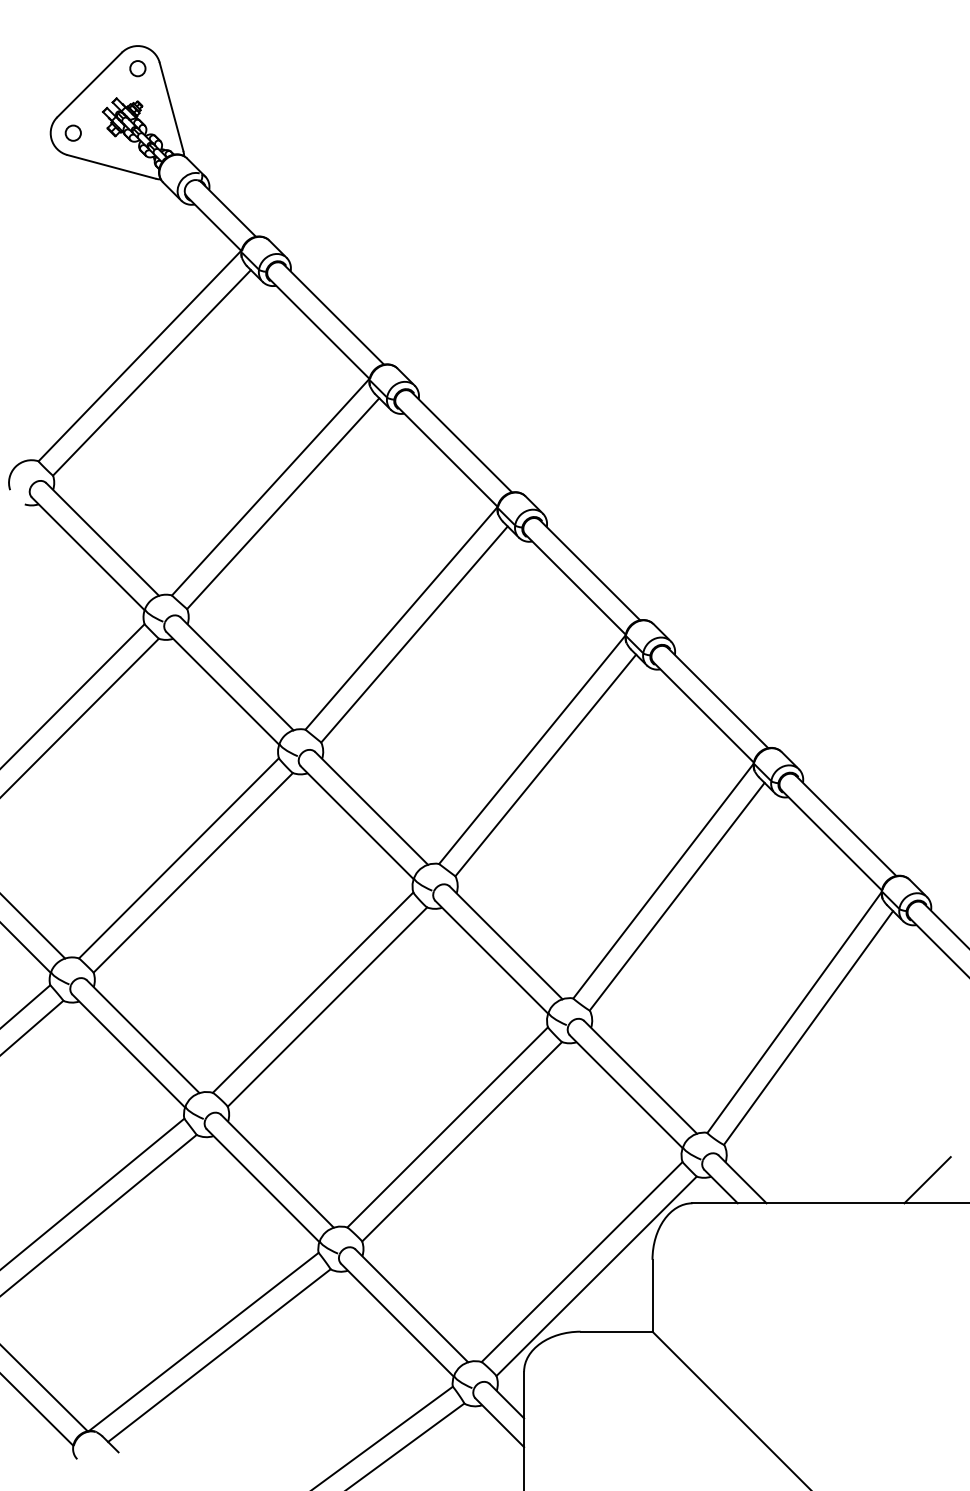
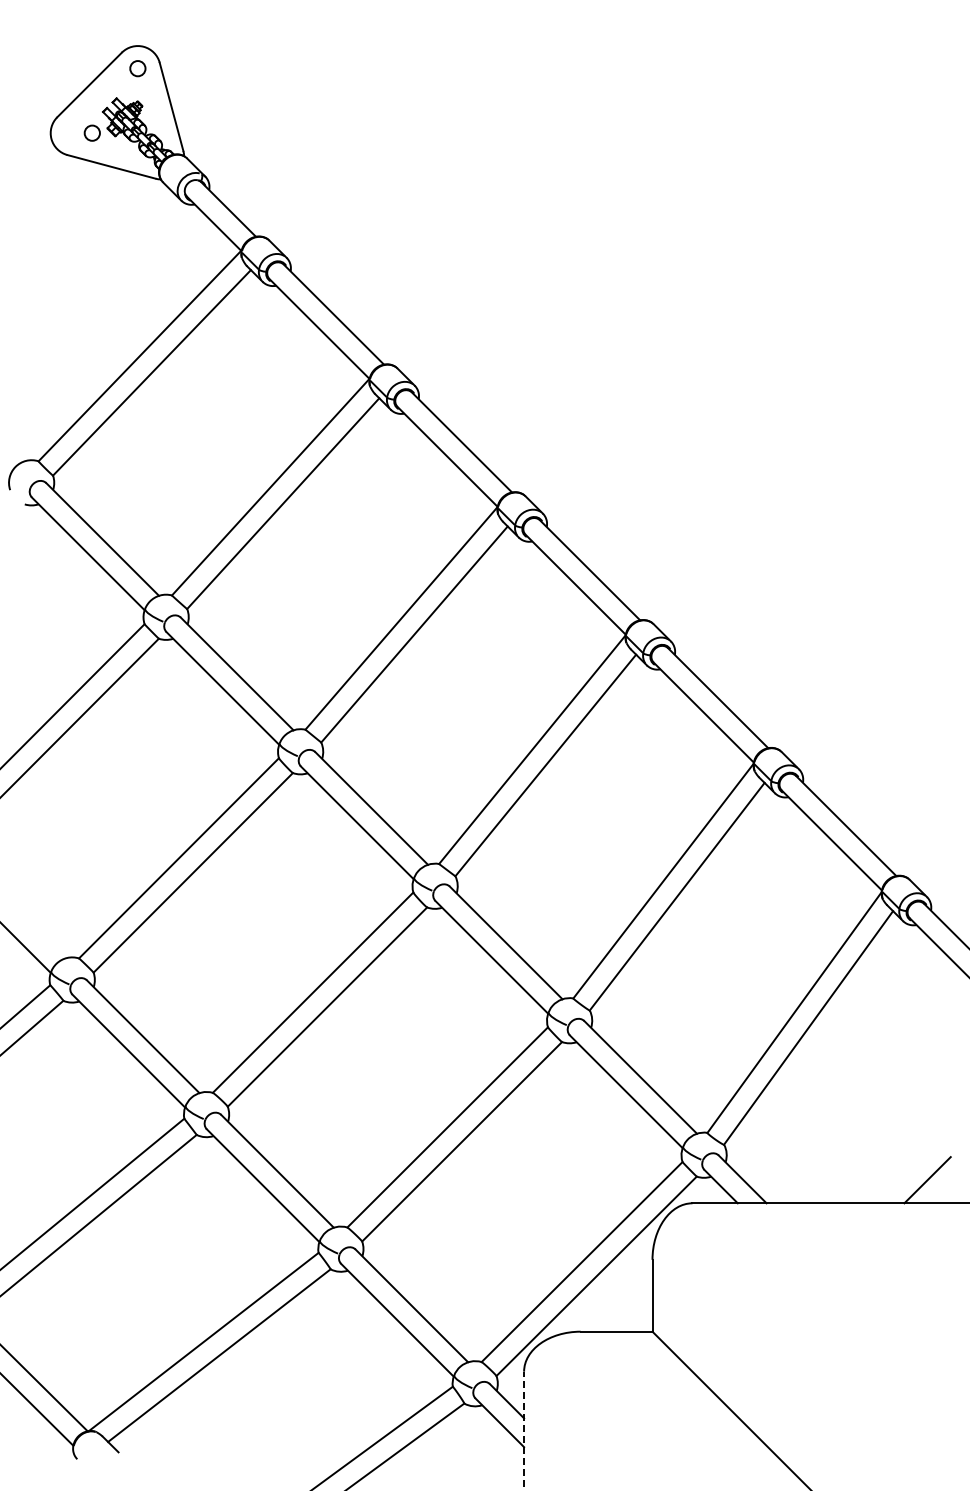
circle at (72, 132) position: (72, 132) -> (91, 132)
line at (33, 926): present -> none
line at (524, 1430): solid -> dashed
